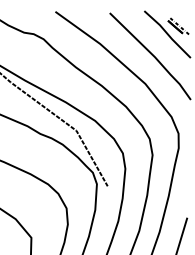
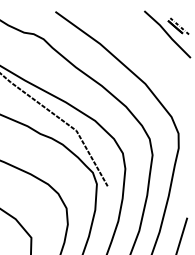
line at (151, 55): present -> none
